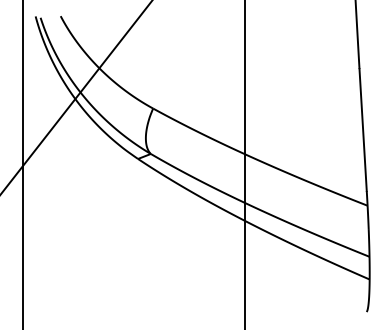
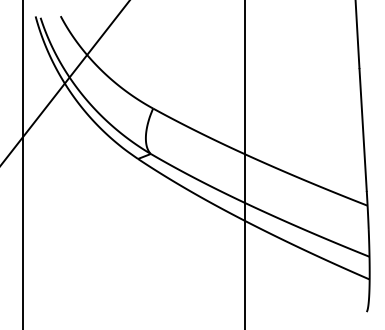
line at (76, 97) position: (76, 97) -> (65, 82)
